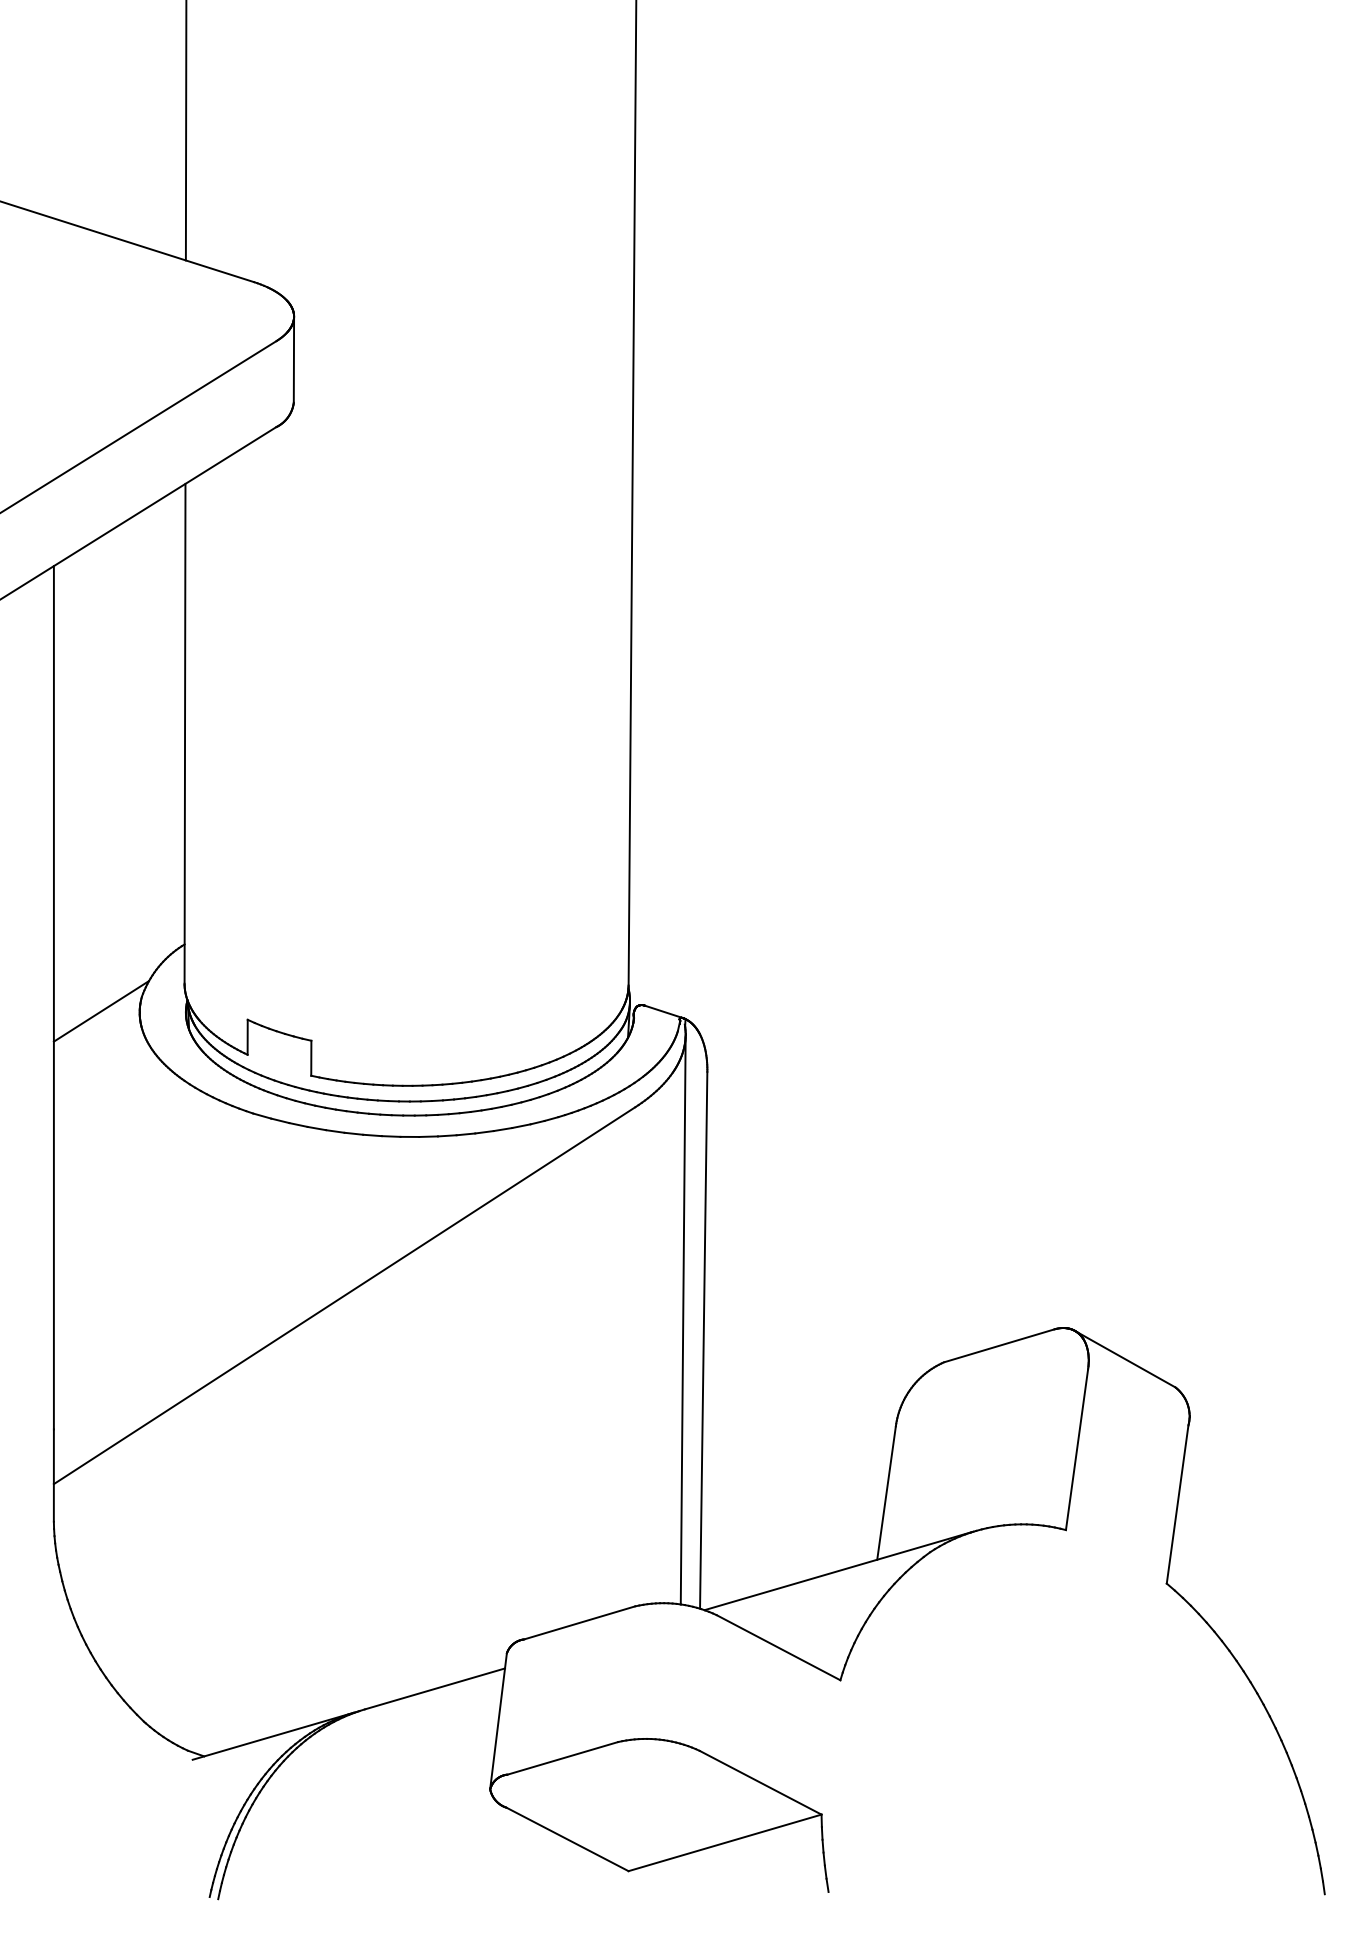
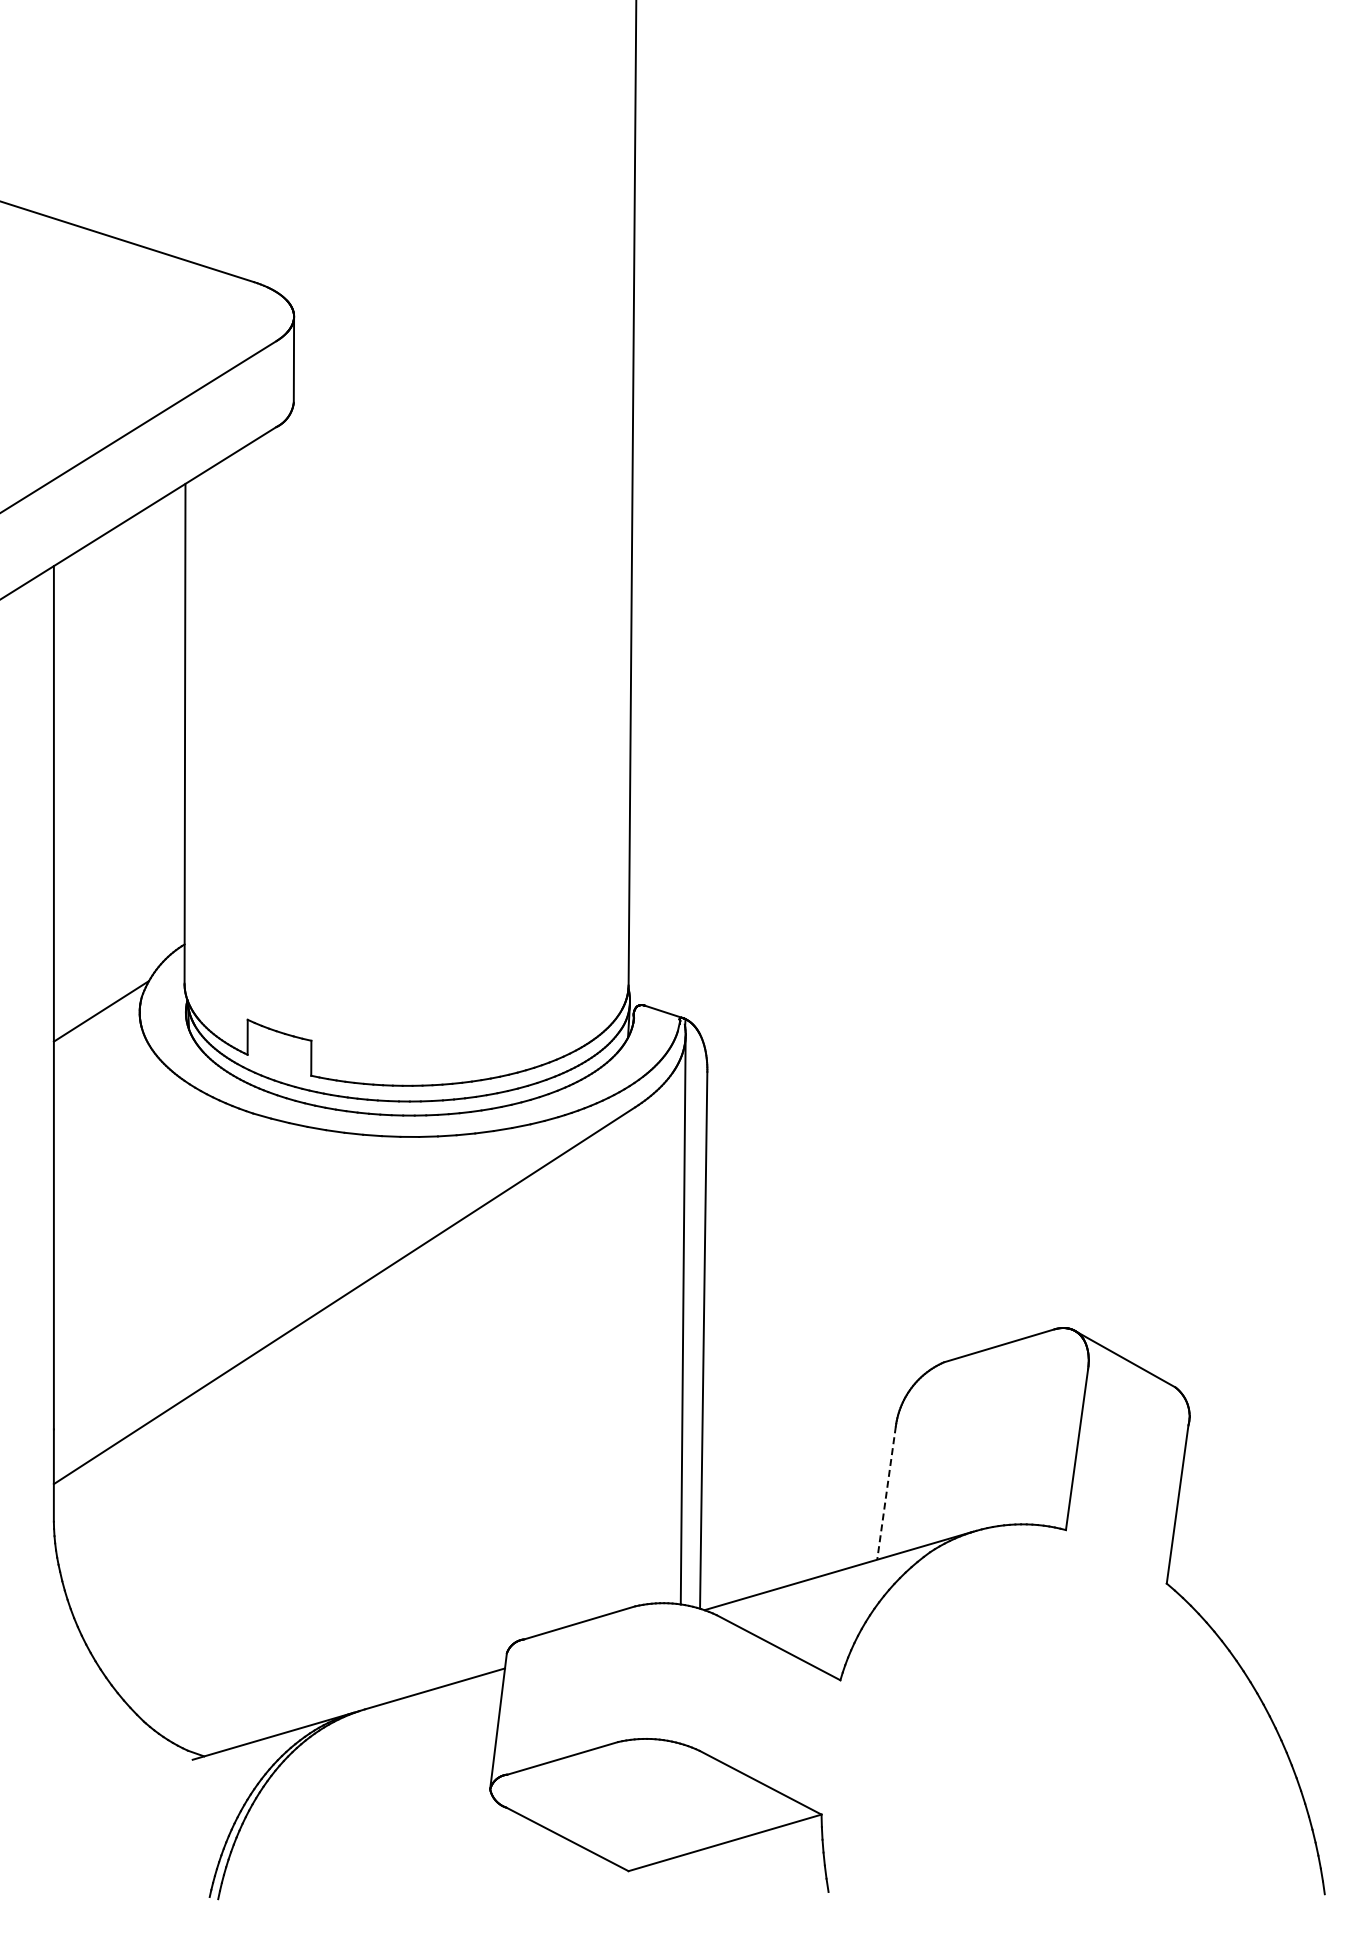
line at (185, 131): present -> none
line at (886, 1493): solid -> dashed
